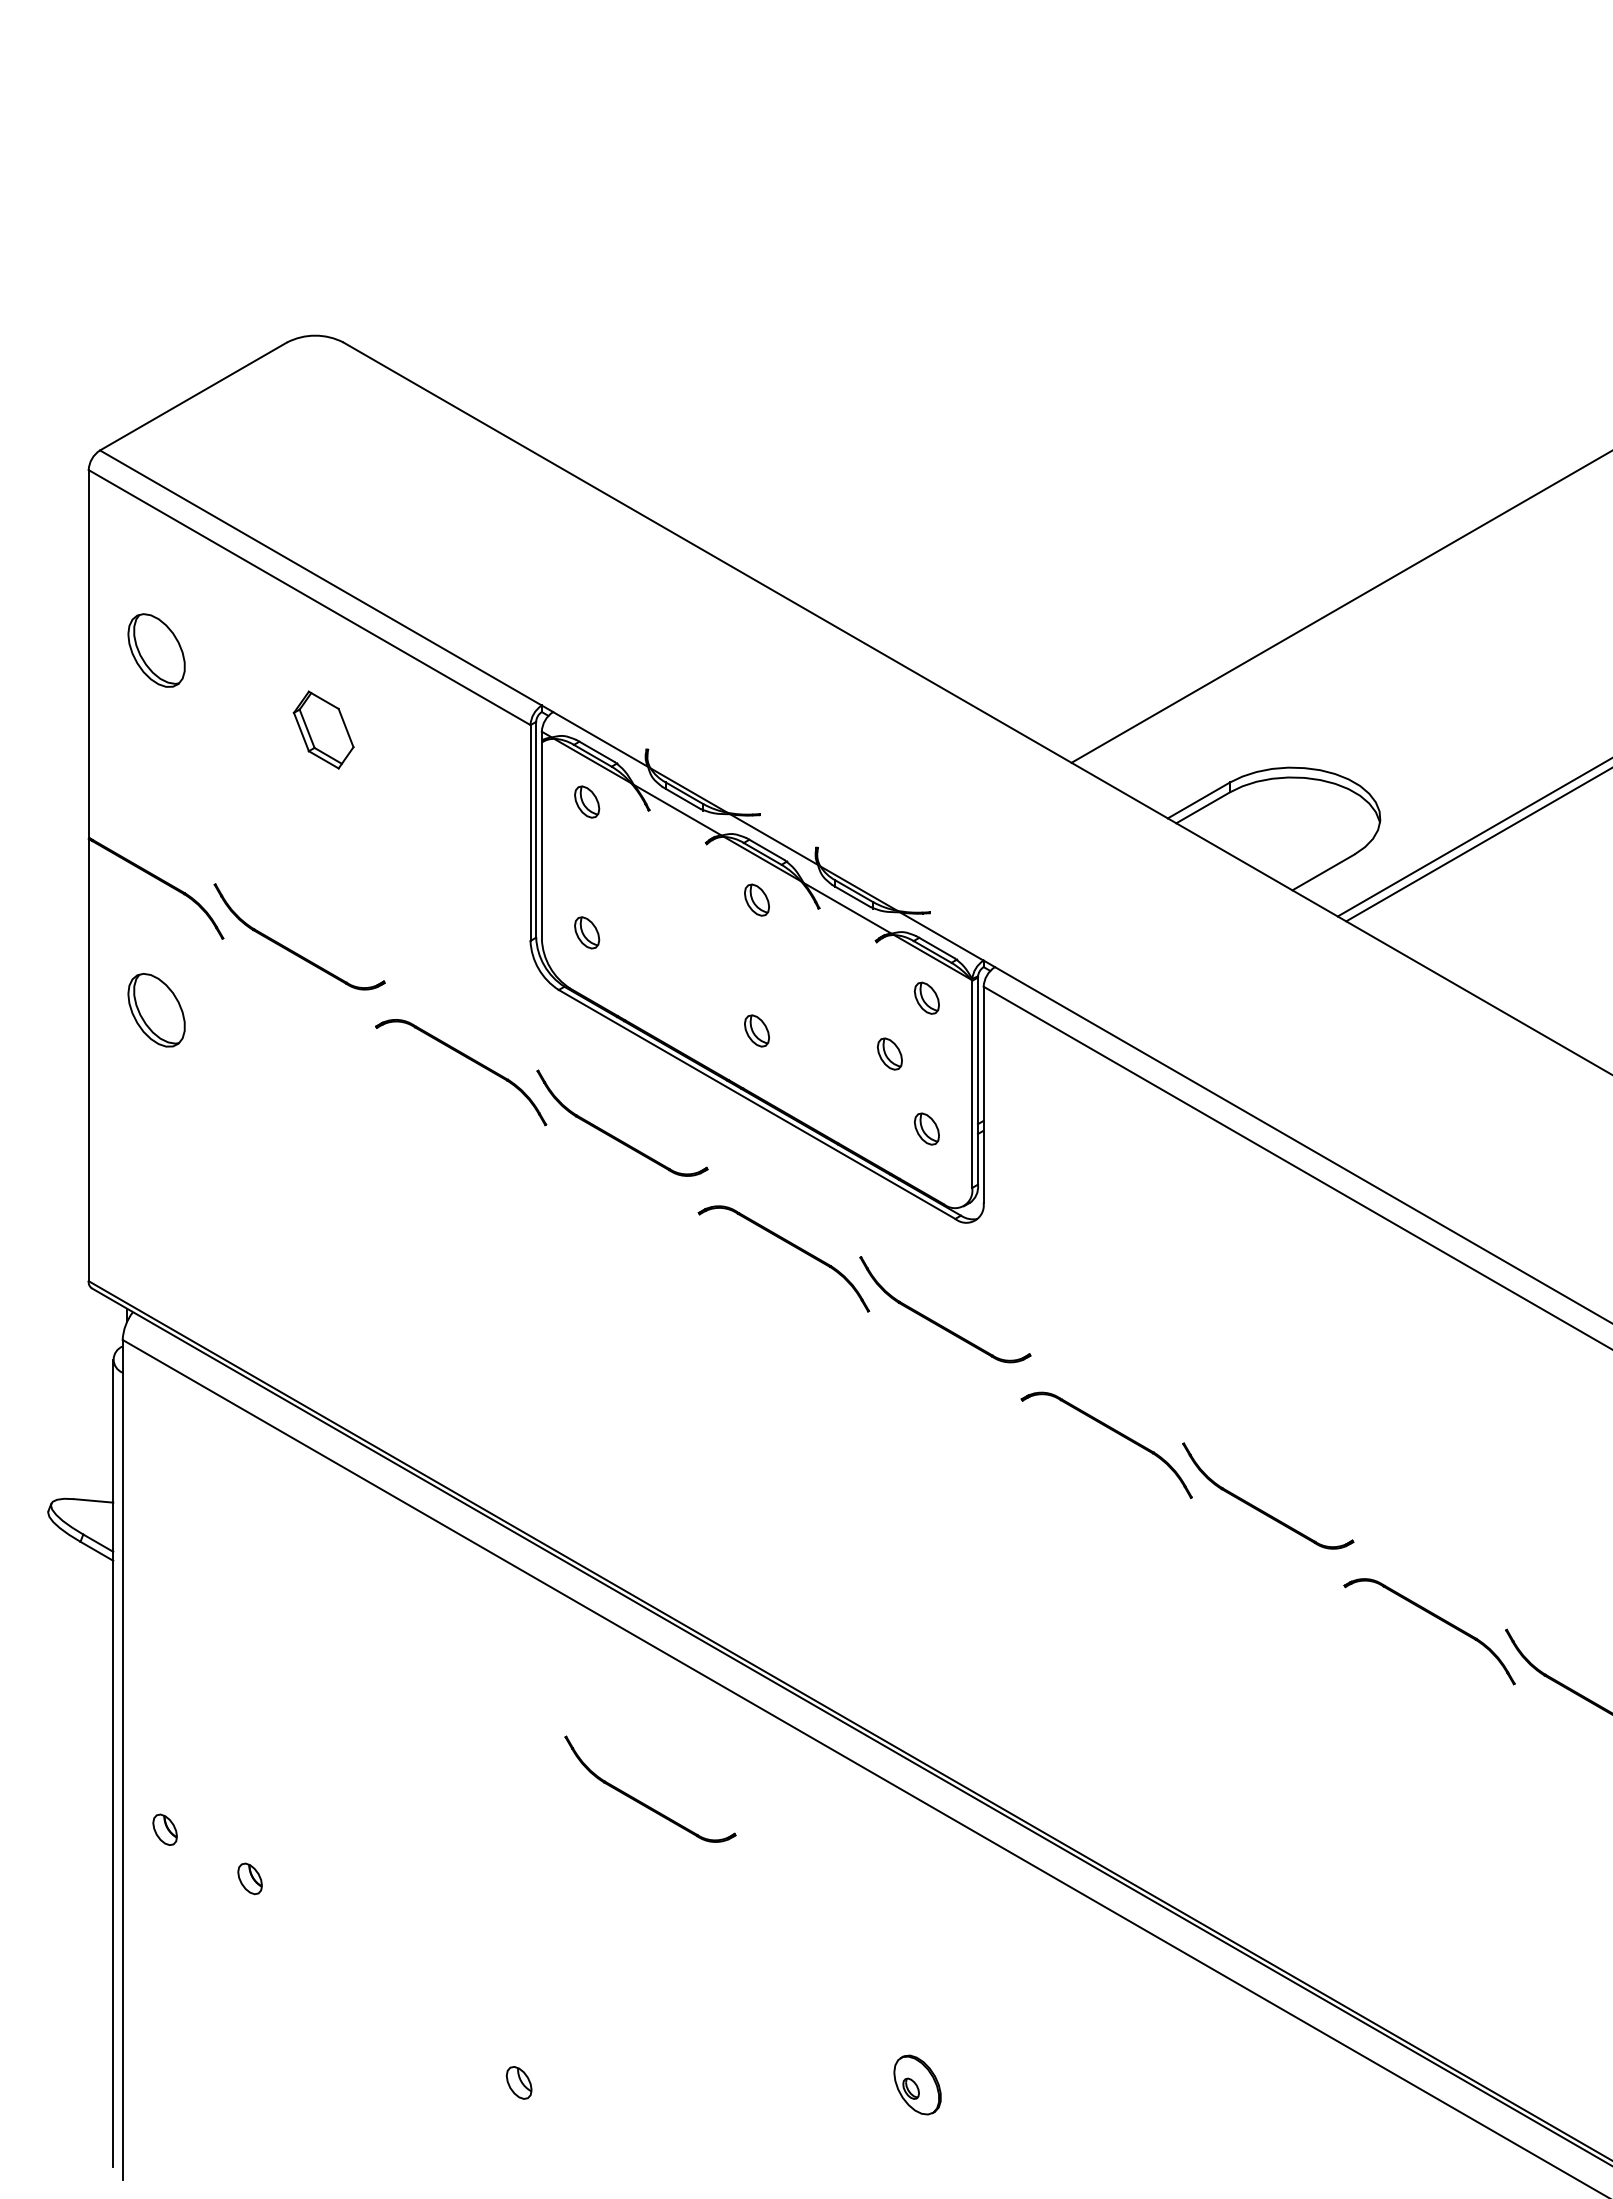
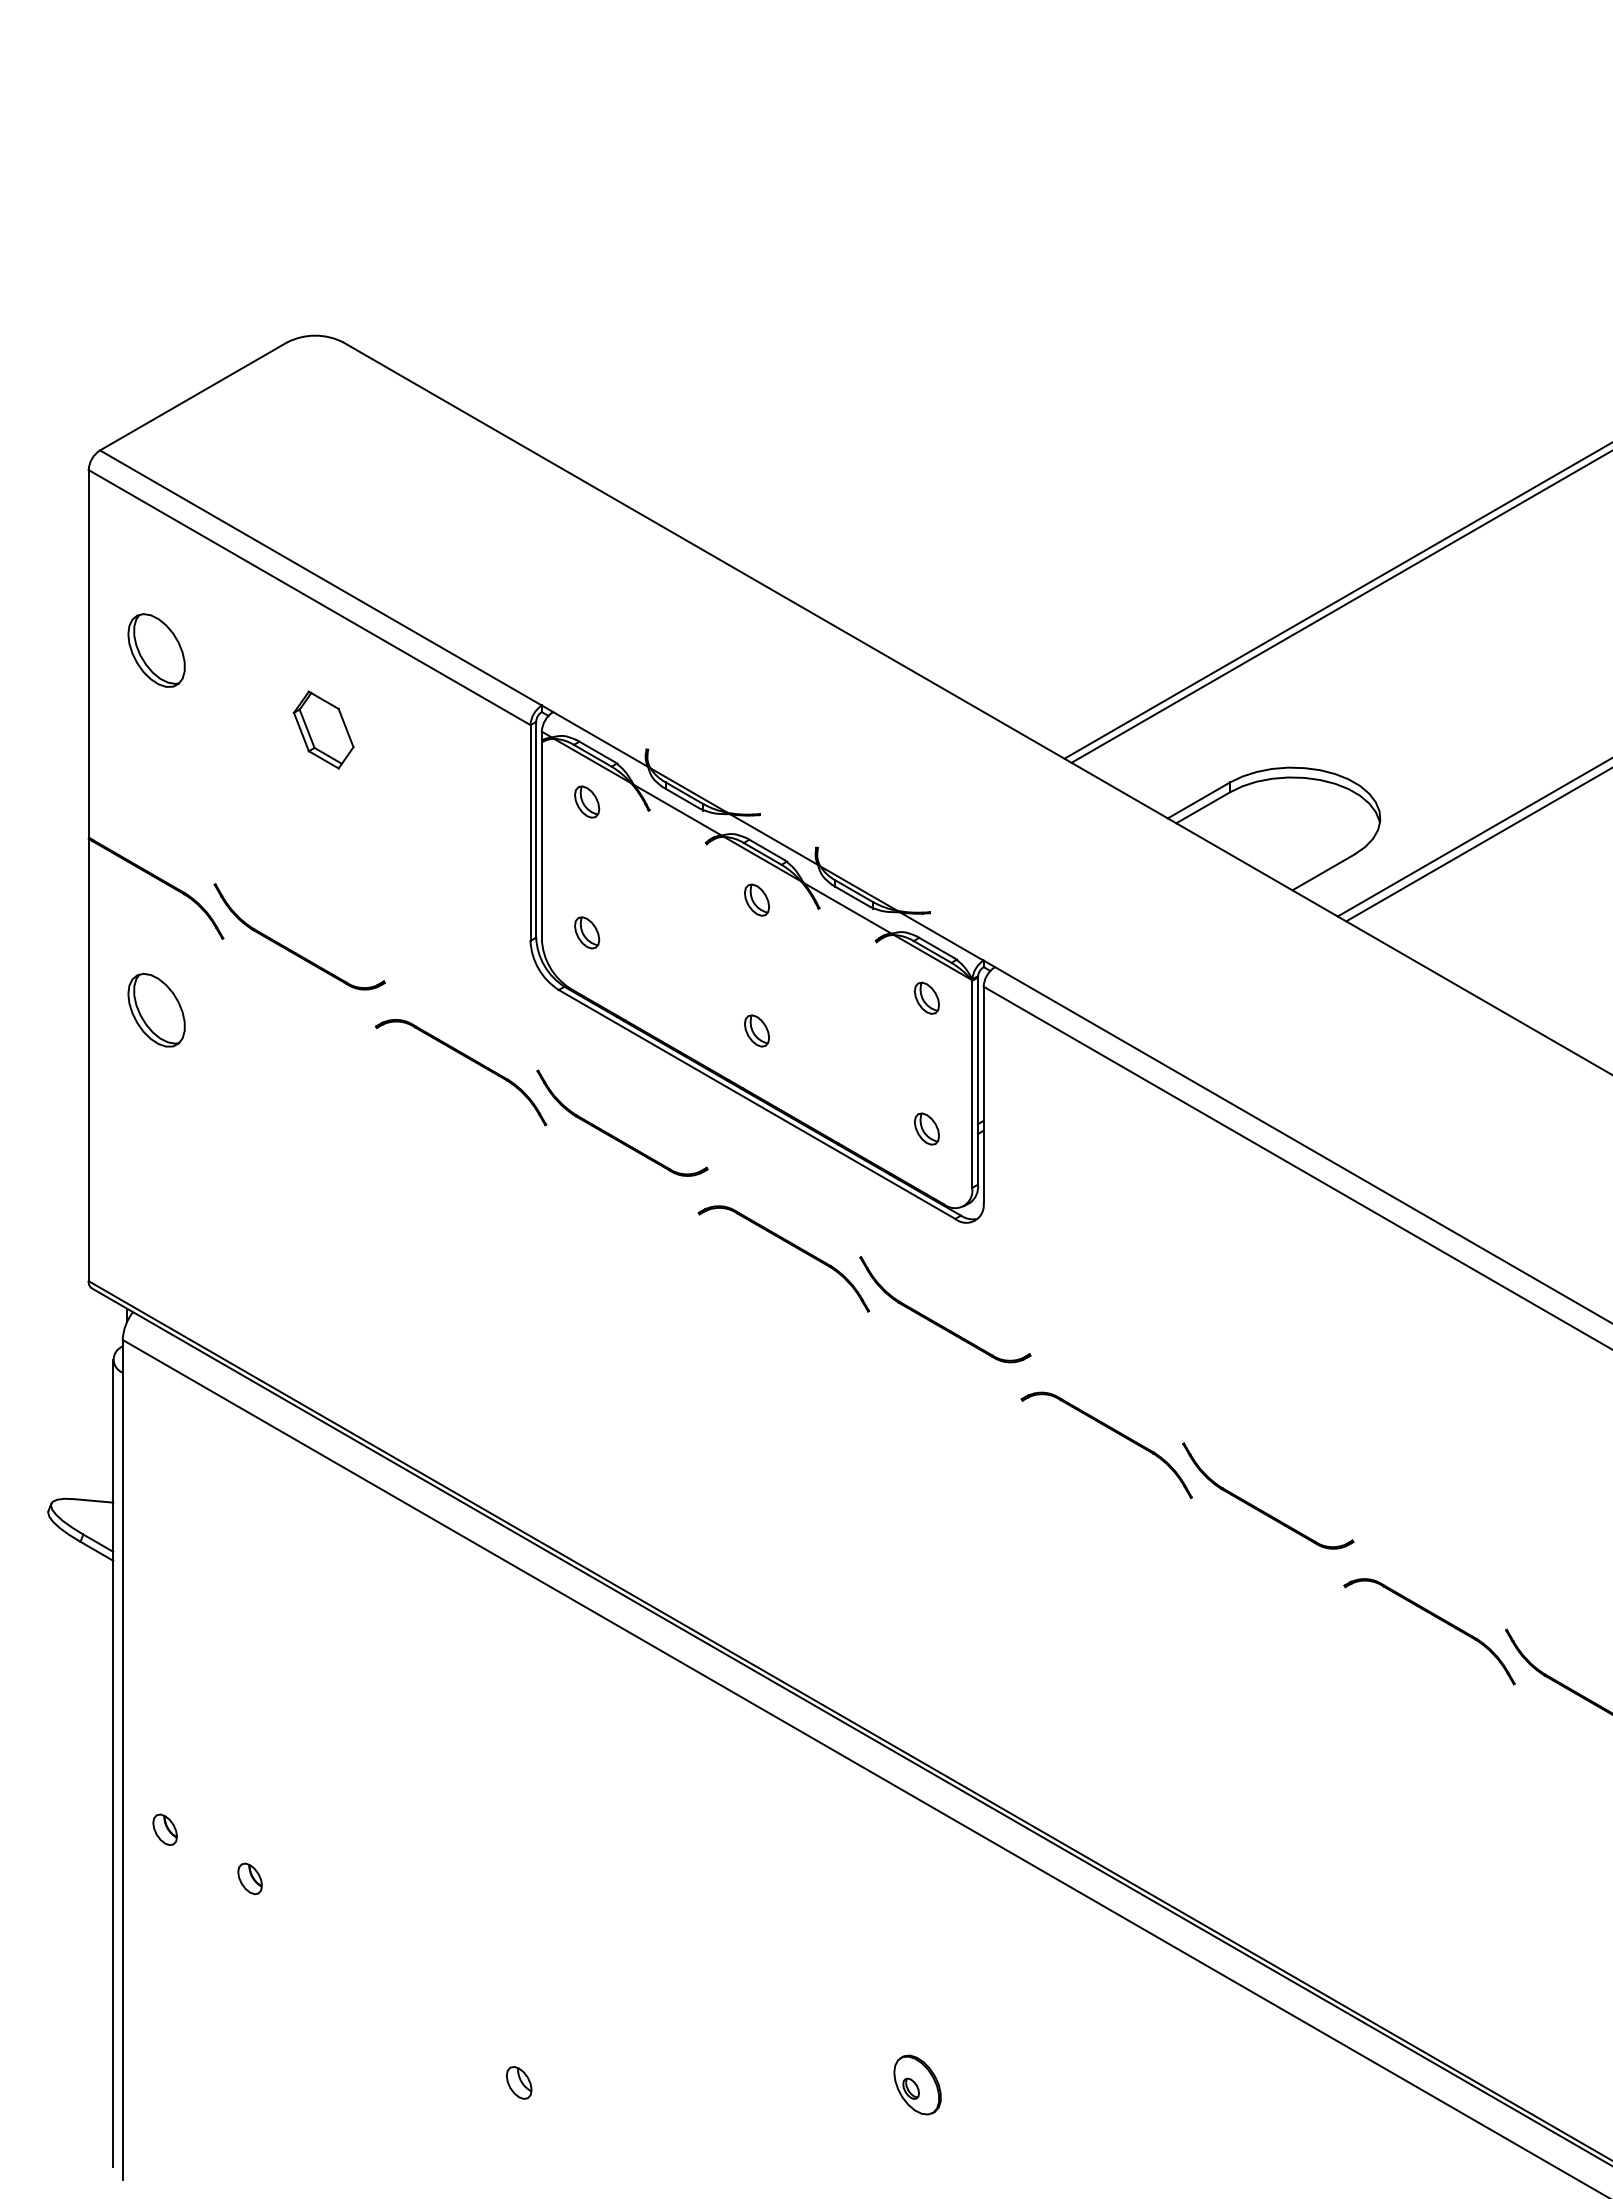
line at (1336, 601): none -> present
part at (889, 1053): present -> none
part at (643, 1802): present -> none
